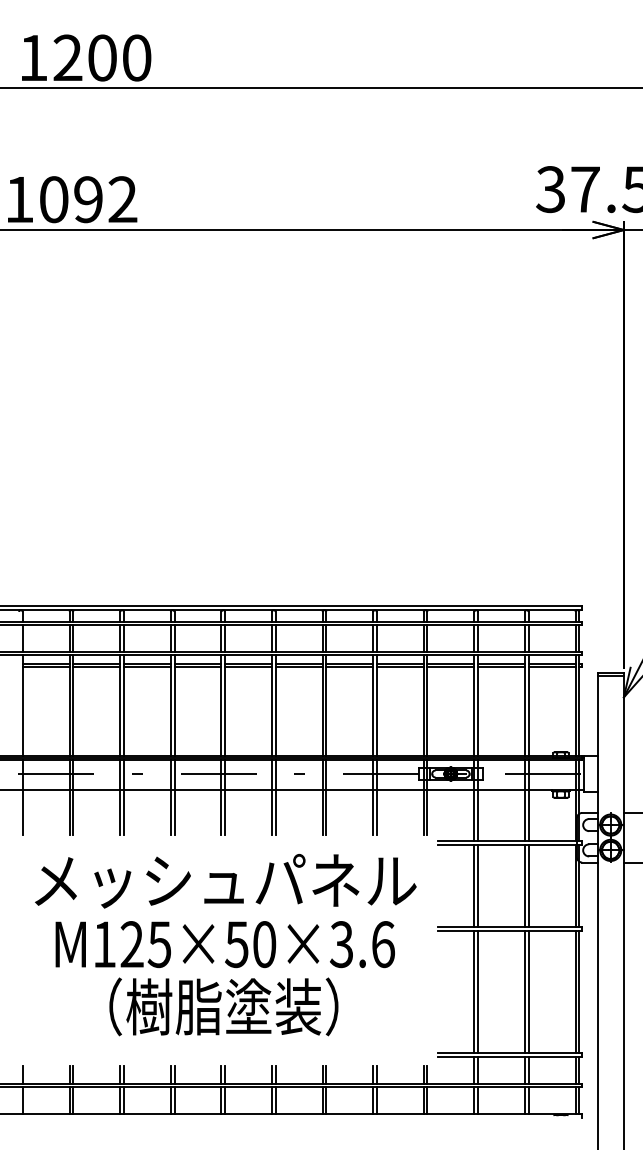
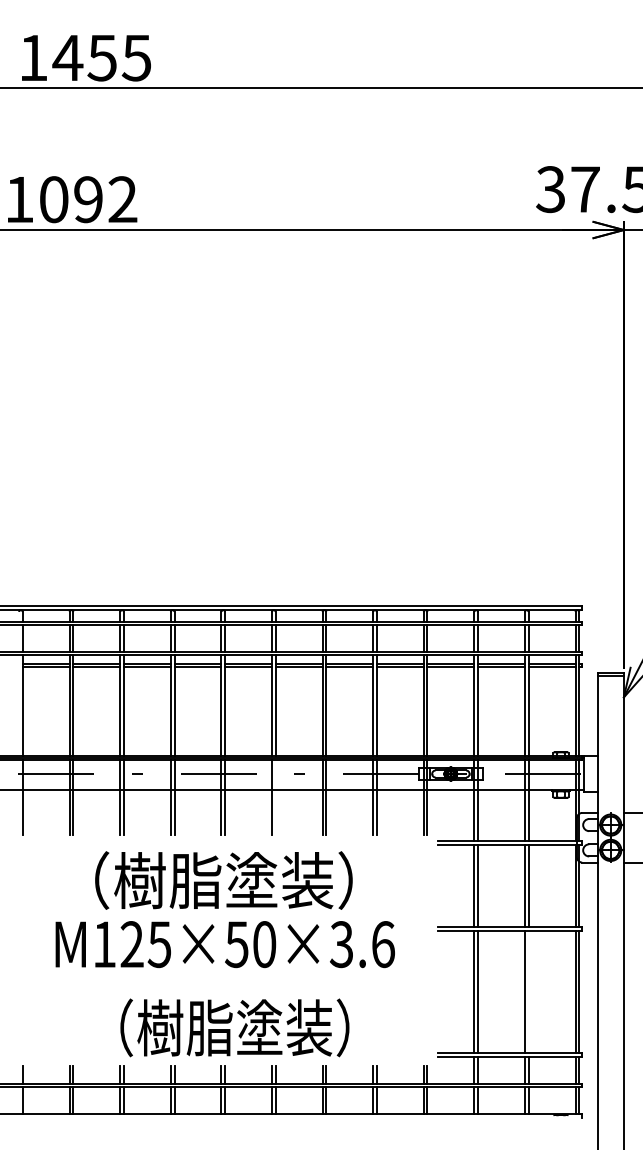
text at (101, 57): 1200 -> 1455
line at (275, 797): present -> none
text at (225, 880): メッシュパネル -> （樹脂塗装）
line at (528, 991): present -> none
text at (223, 1006) position: (223, 1006) -> (234, 1027)
